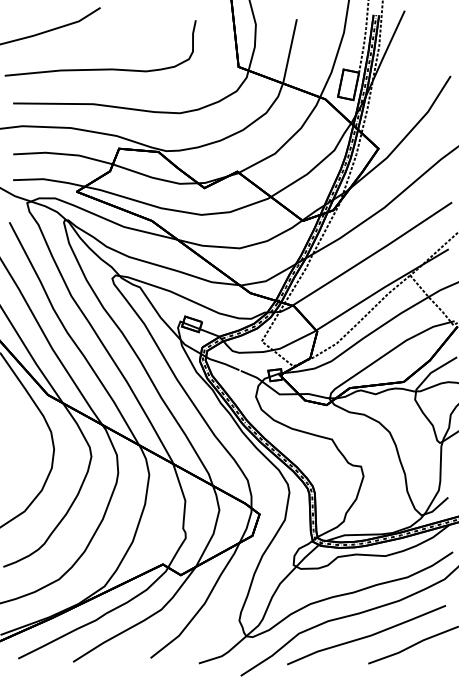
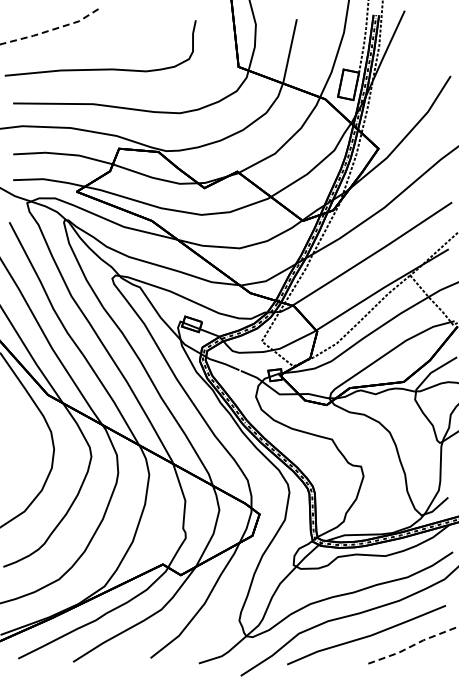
line at (52, 29): solid -> dashed
line at (413, 645): solid -> dashed
